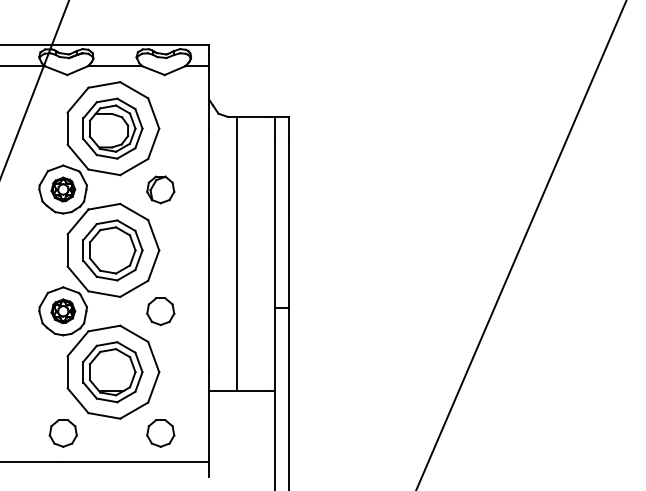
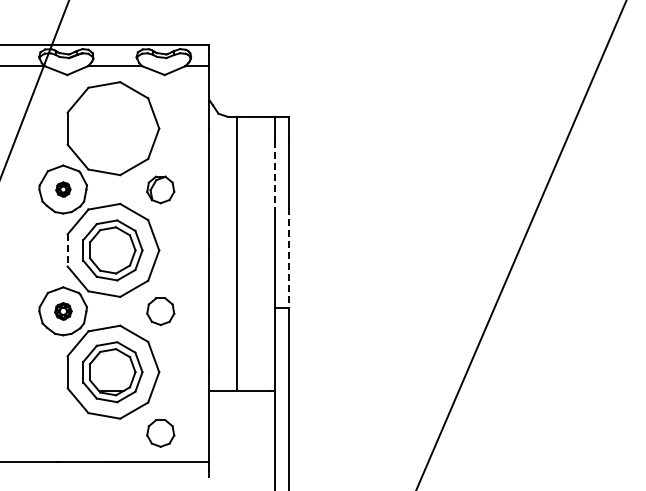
part at (112, 128): present -> none
line at (275, 174): solid -> dashed
part at (63, 189) size: 27x27 px -> 17x17 px
line at (67, 250): solid -> dashed
line at (288, 258): solid -> dashed
part at (63, 311) size: 27x27 px -> 19x19 px
part at (62, 433): present -> none
